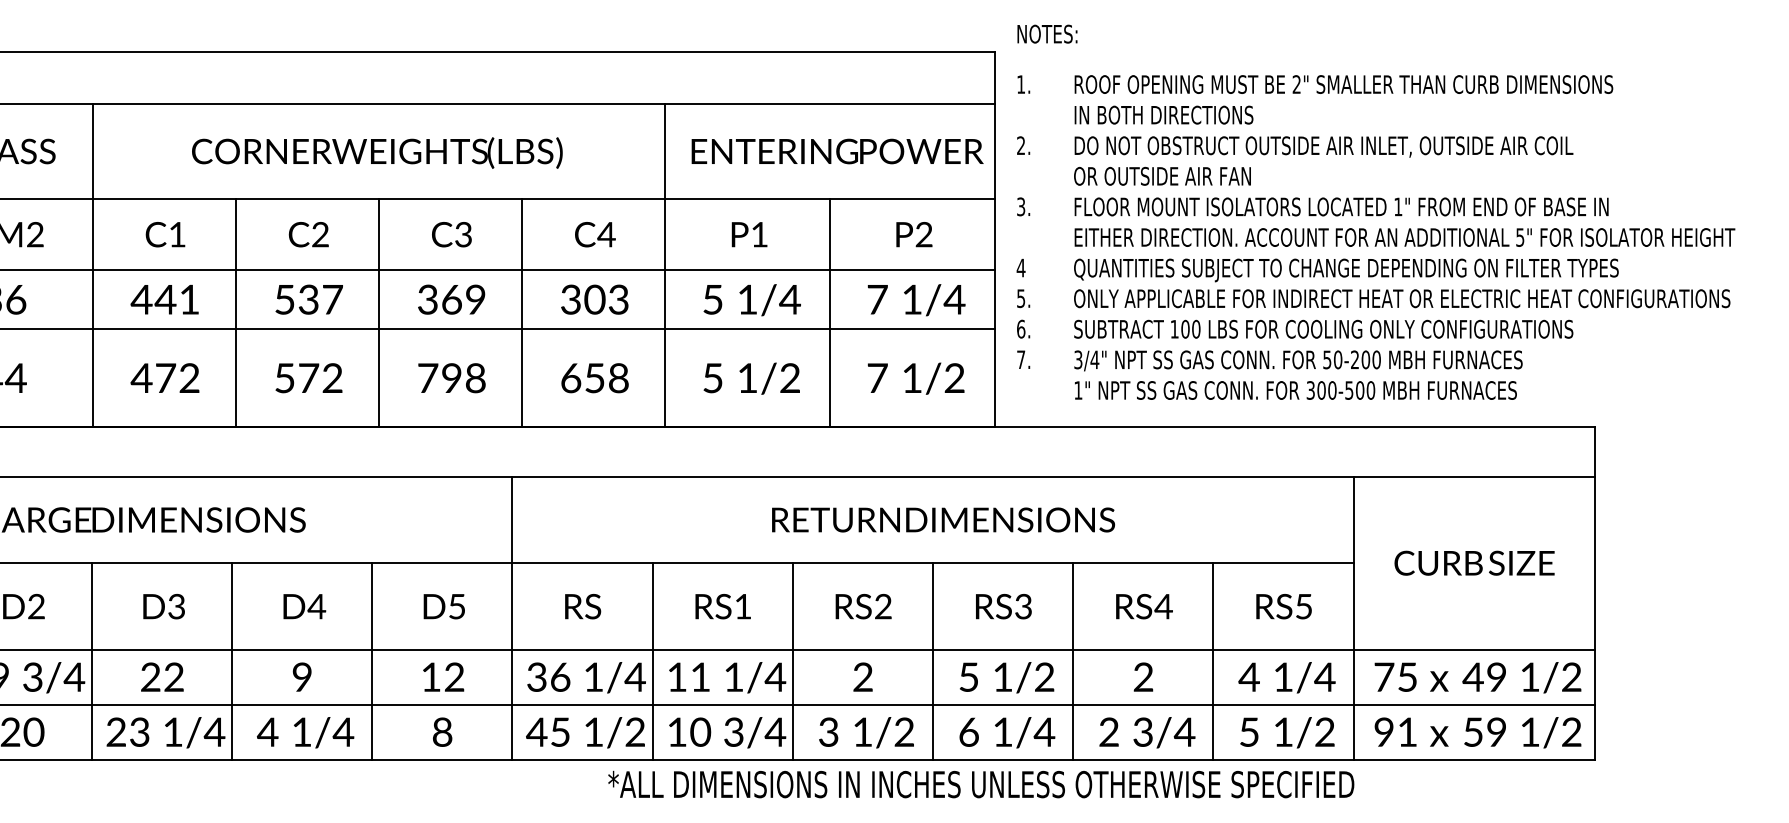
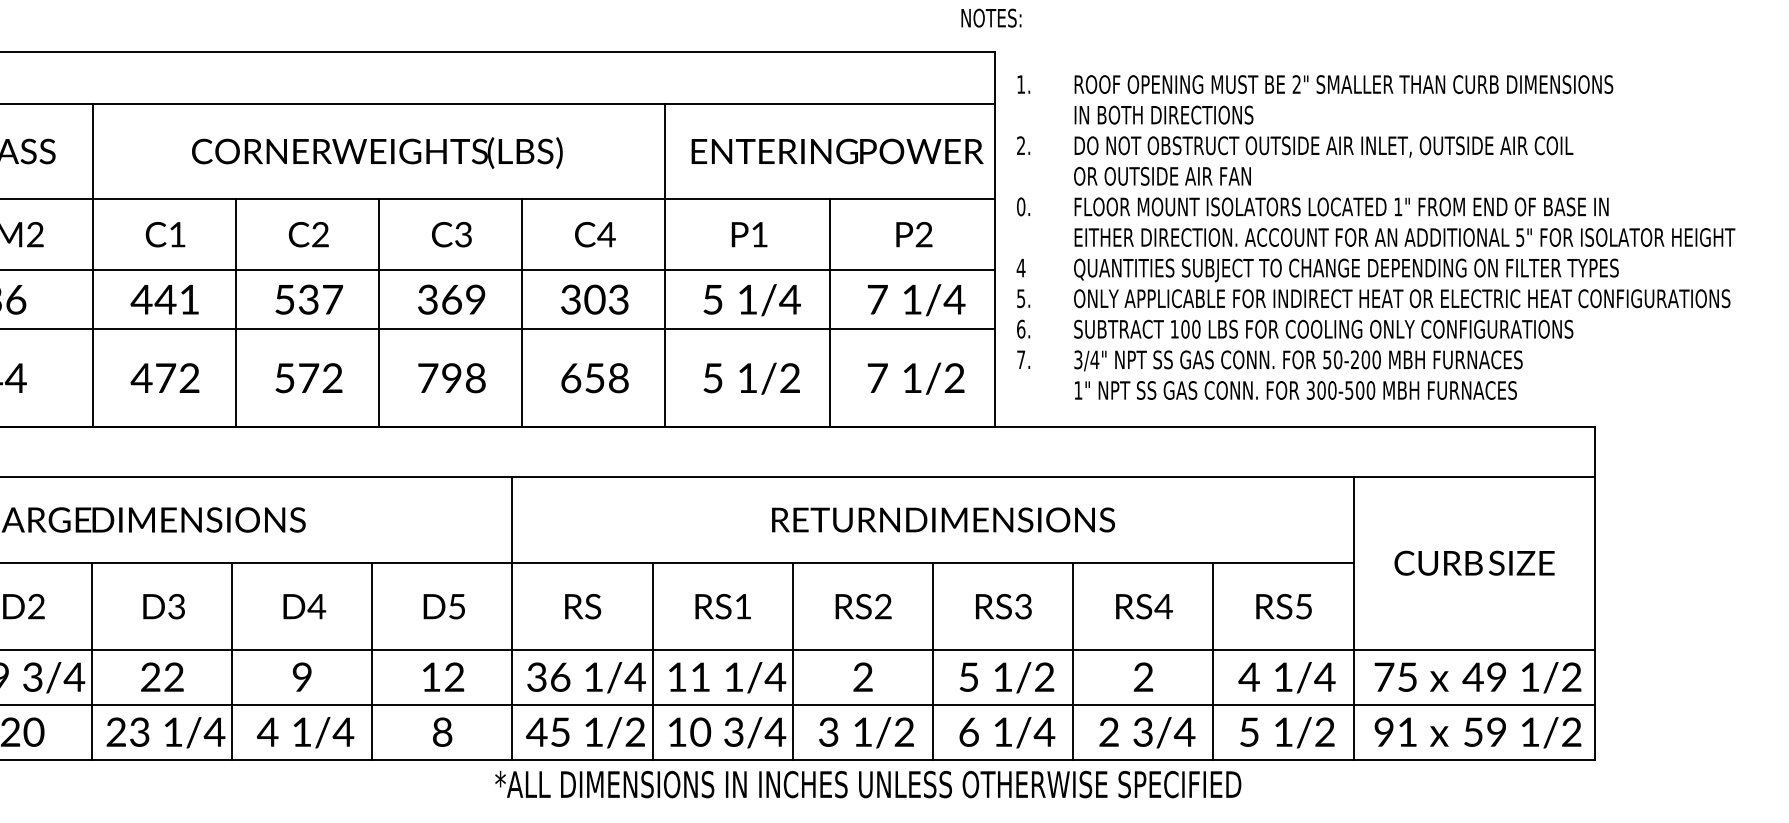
text at (1047, 33) position: (1047, 33) -> (991, 17)
text at (1021, 206): 3. -> 0.
text at (981, 784) position: (981, 784) -> (868, 784)
